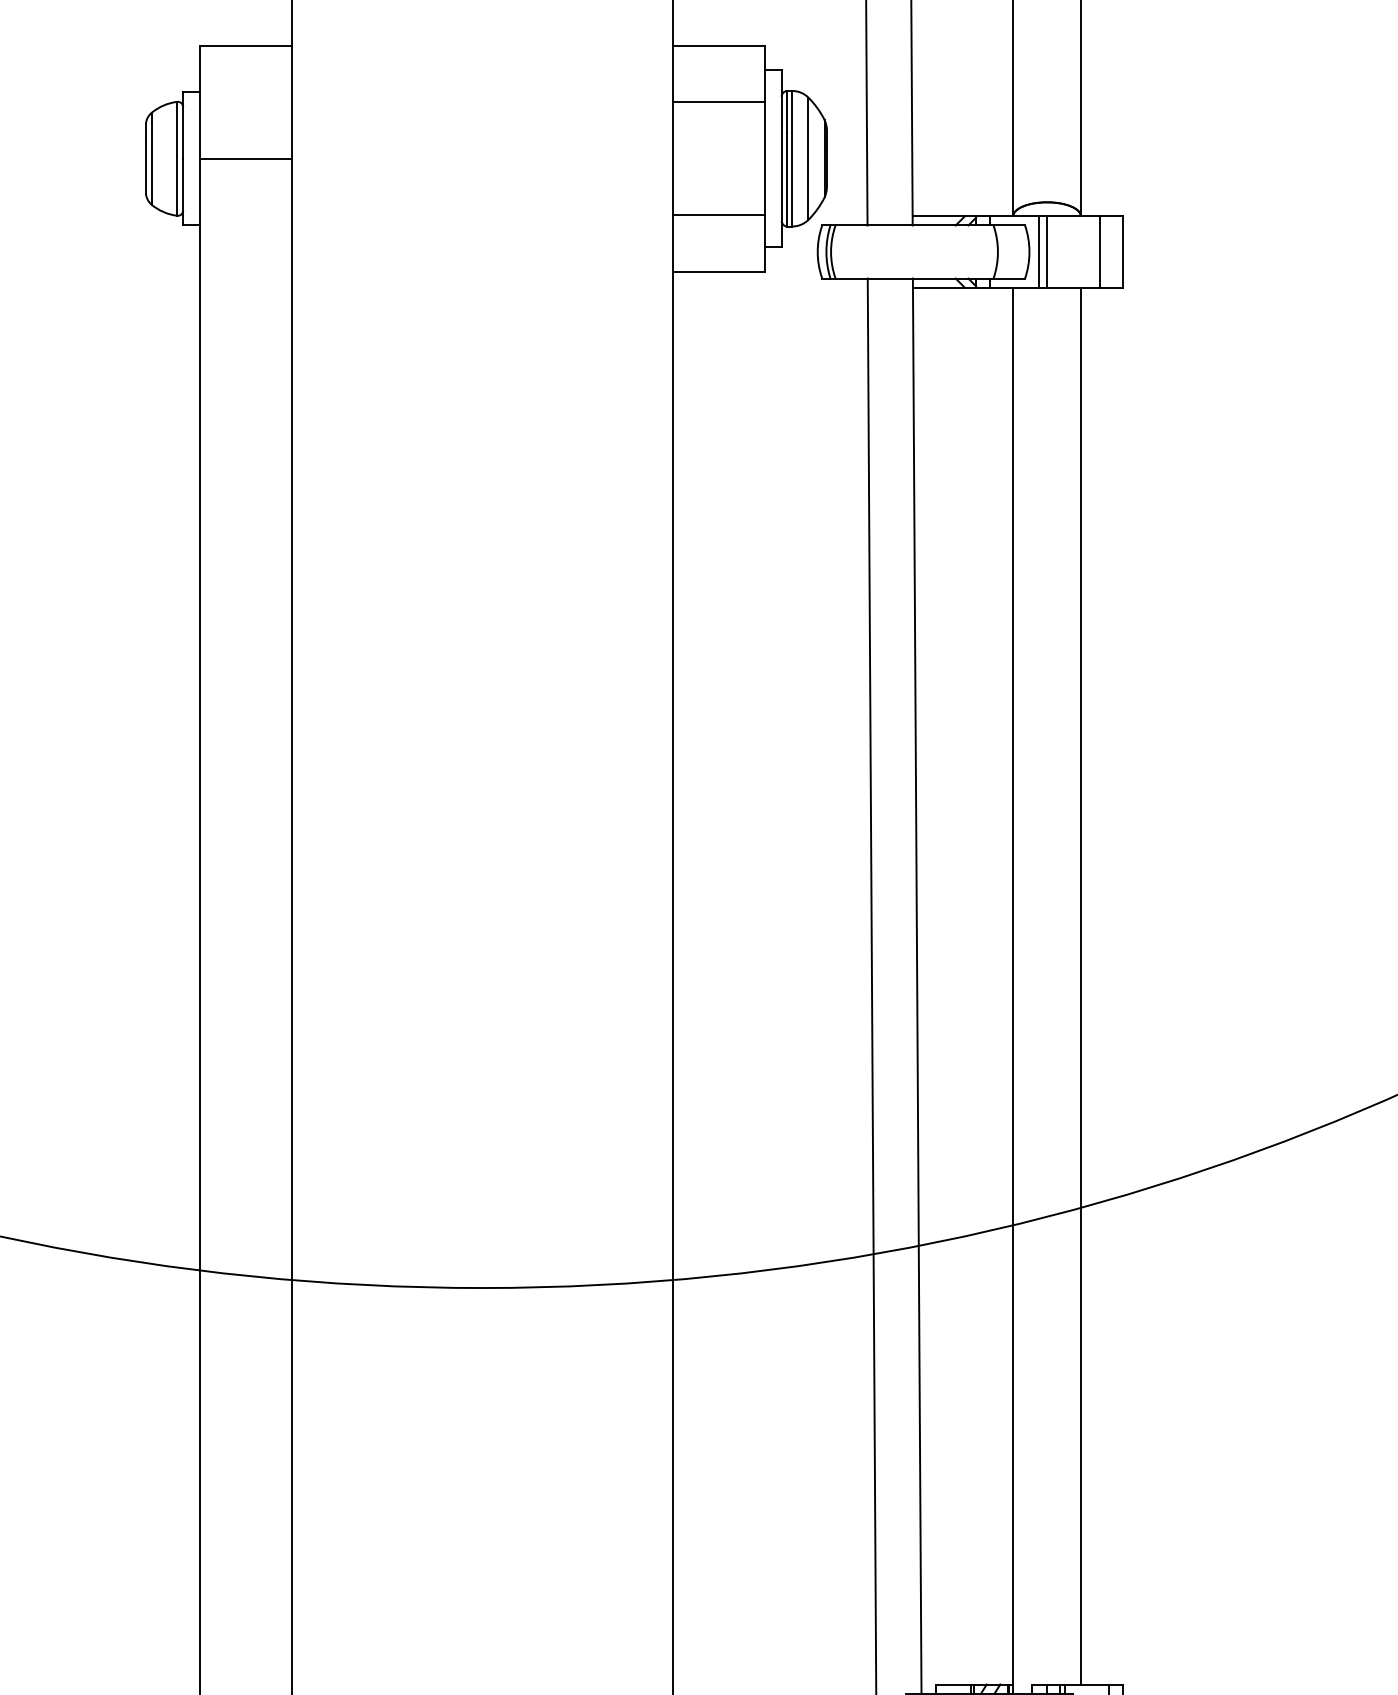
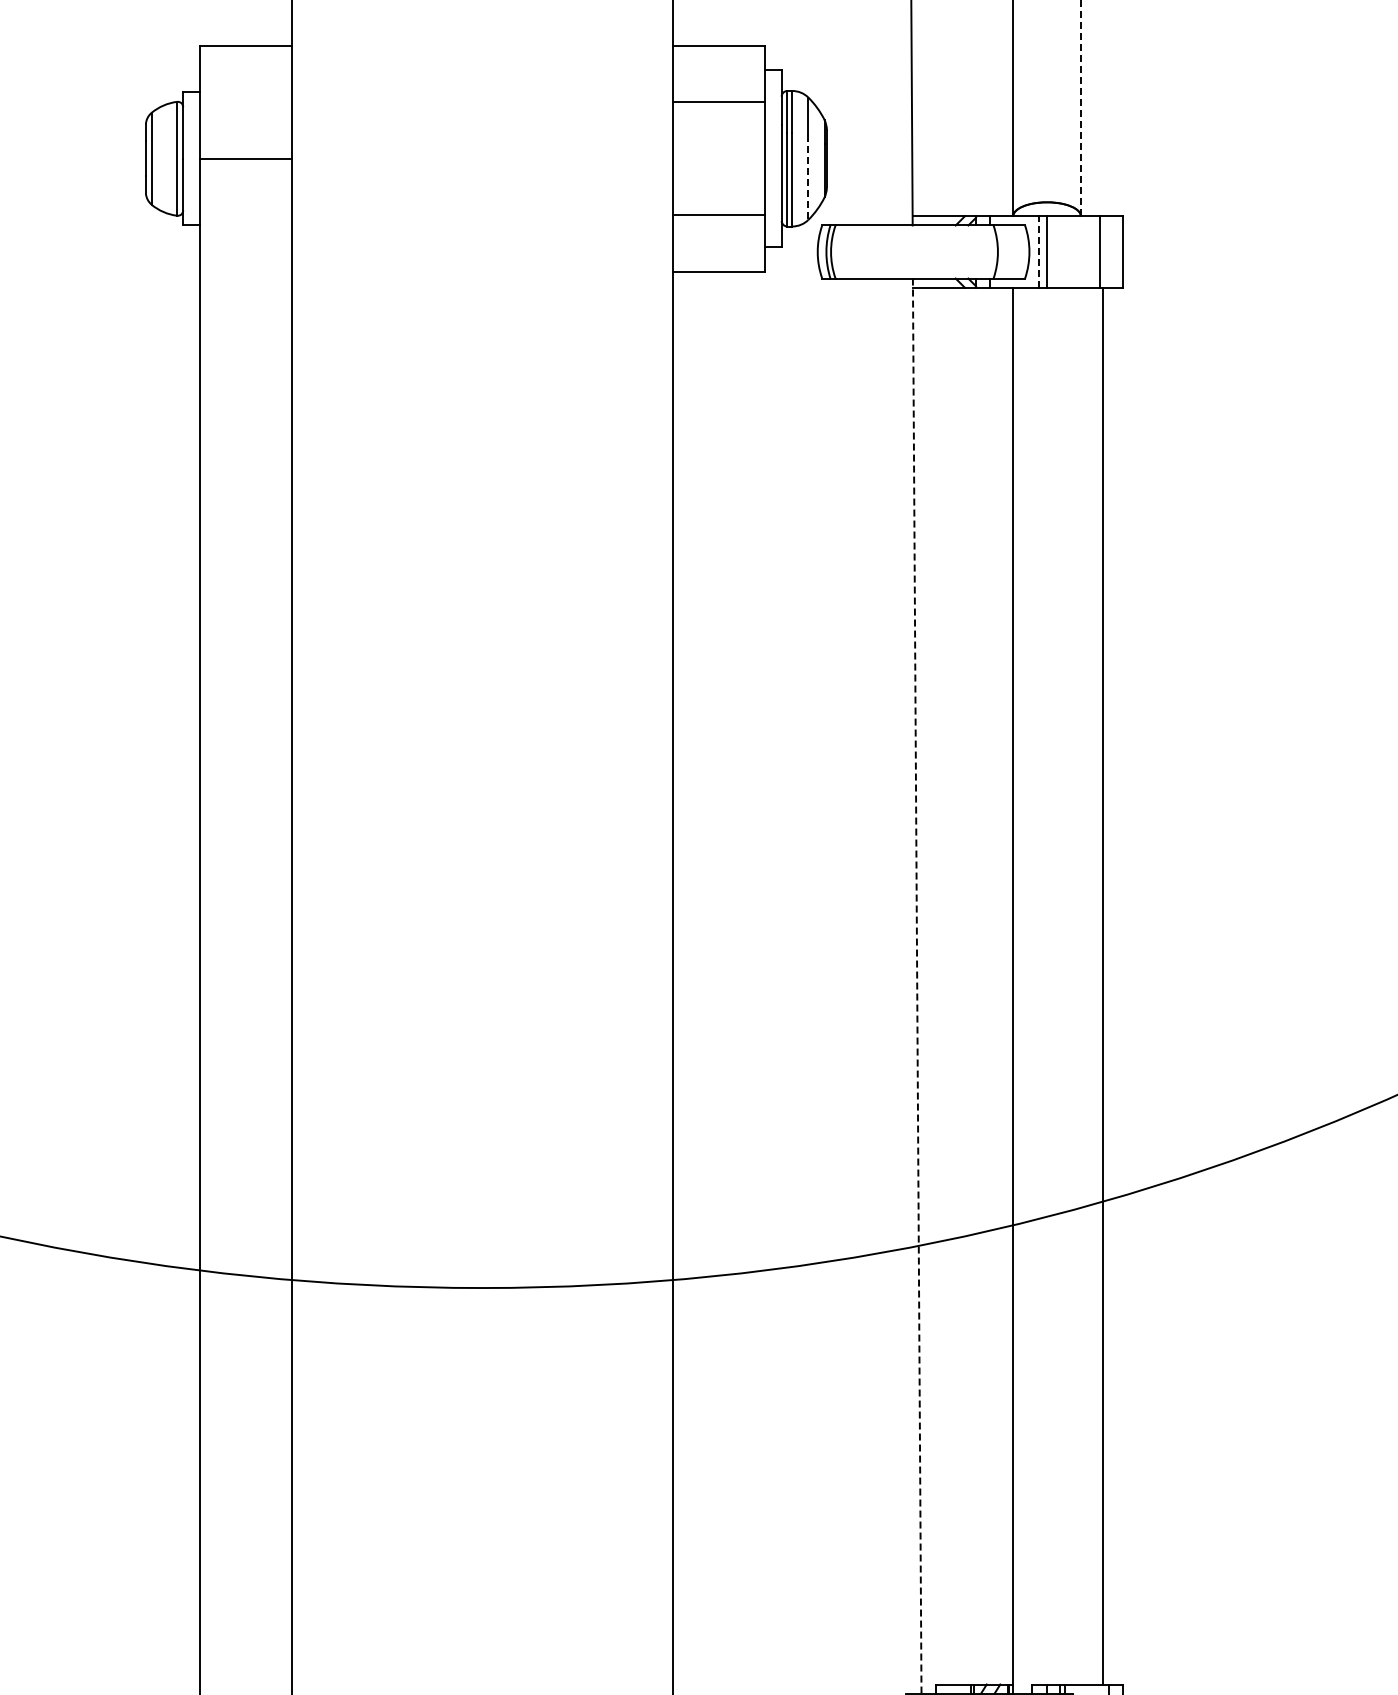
line at (1080, 108): solid -> dashed
line at (866, 113): present -> none
line at (808, 178): solid -> dashed
line at (1039, 252): solid -> dashed
line at (871, 984): present -> none
line at (917, 985): solid -> dashed
line at (1080, 985) position: (1080, 985) -> (1102, 985)
